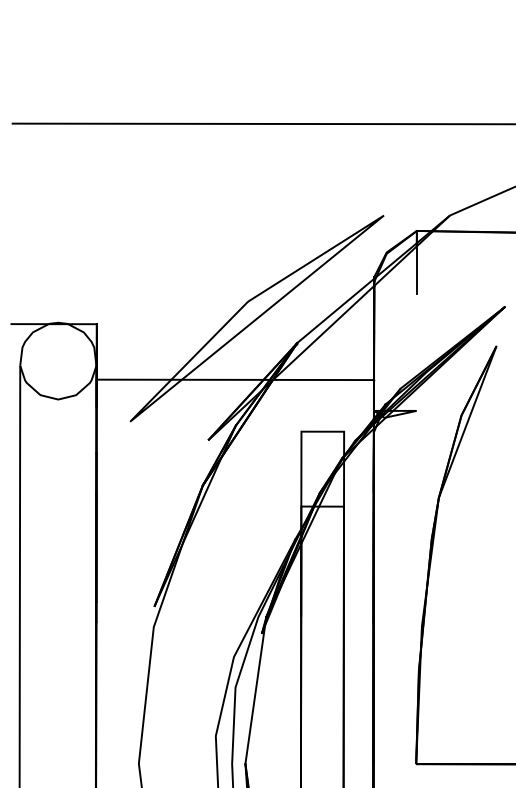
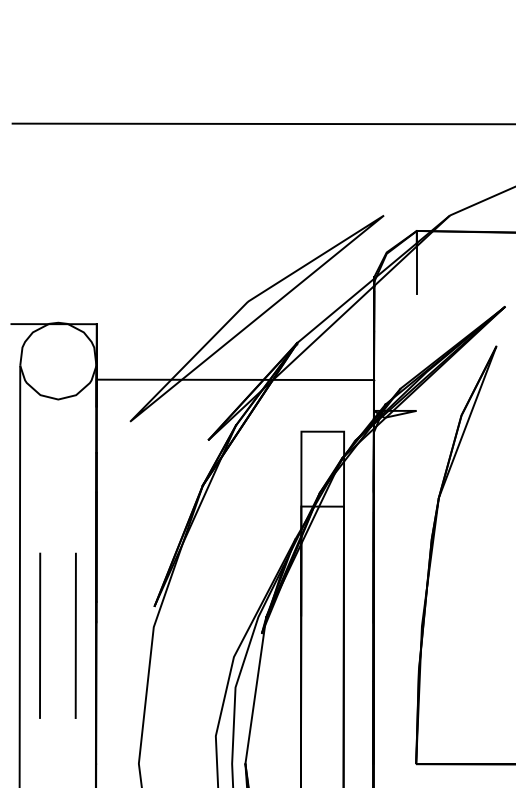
line at (40, 635): none -> present
line at (75, 635): none -> present
